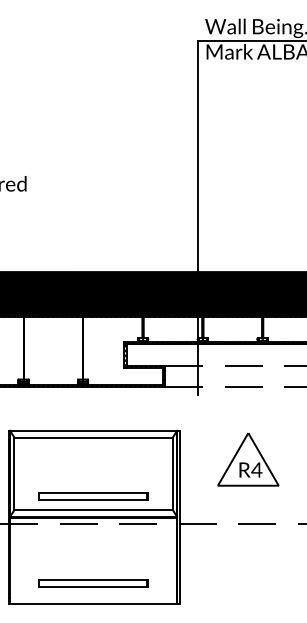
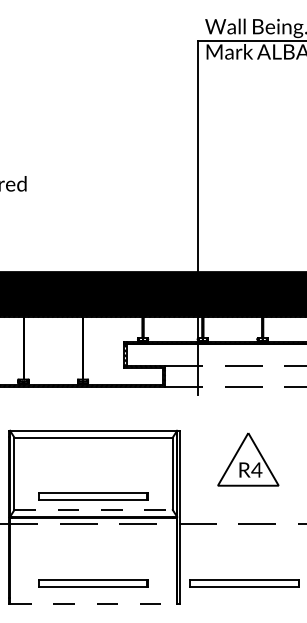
line at (94, 510): solid -> dashed
part at (244, 583): none -> present
line at (93, 604): solid -> dashed
